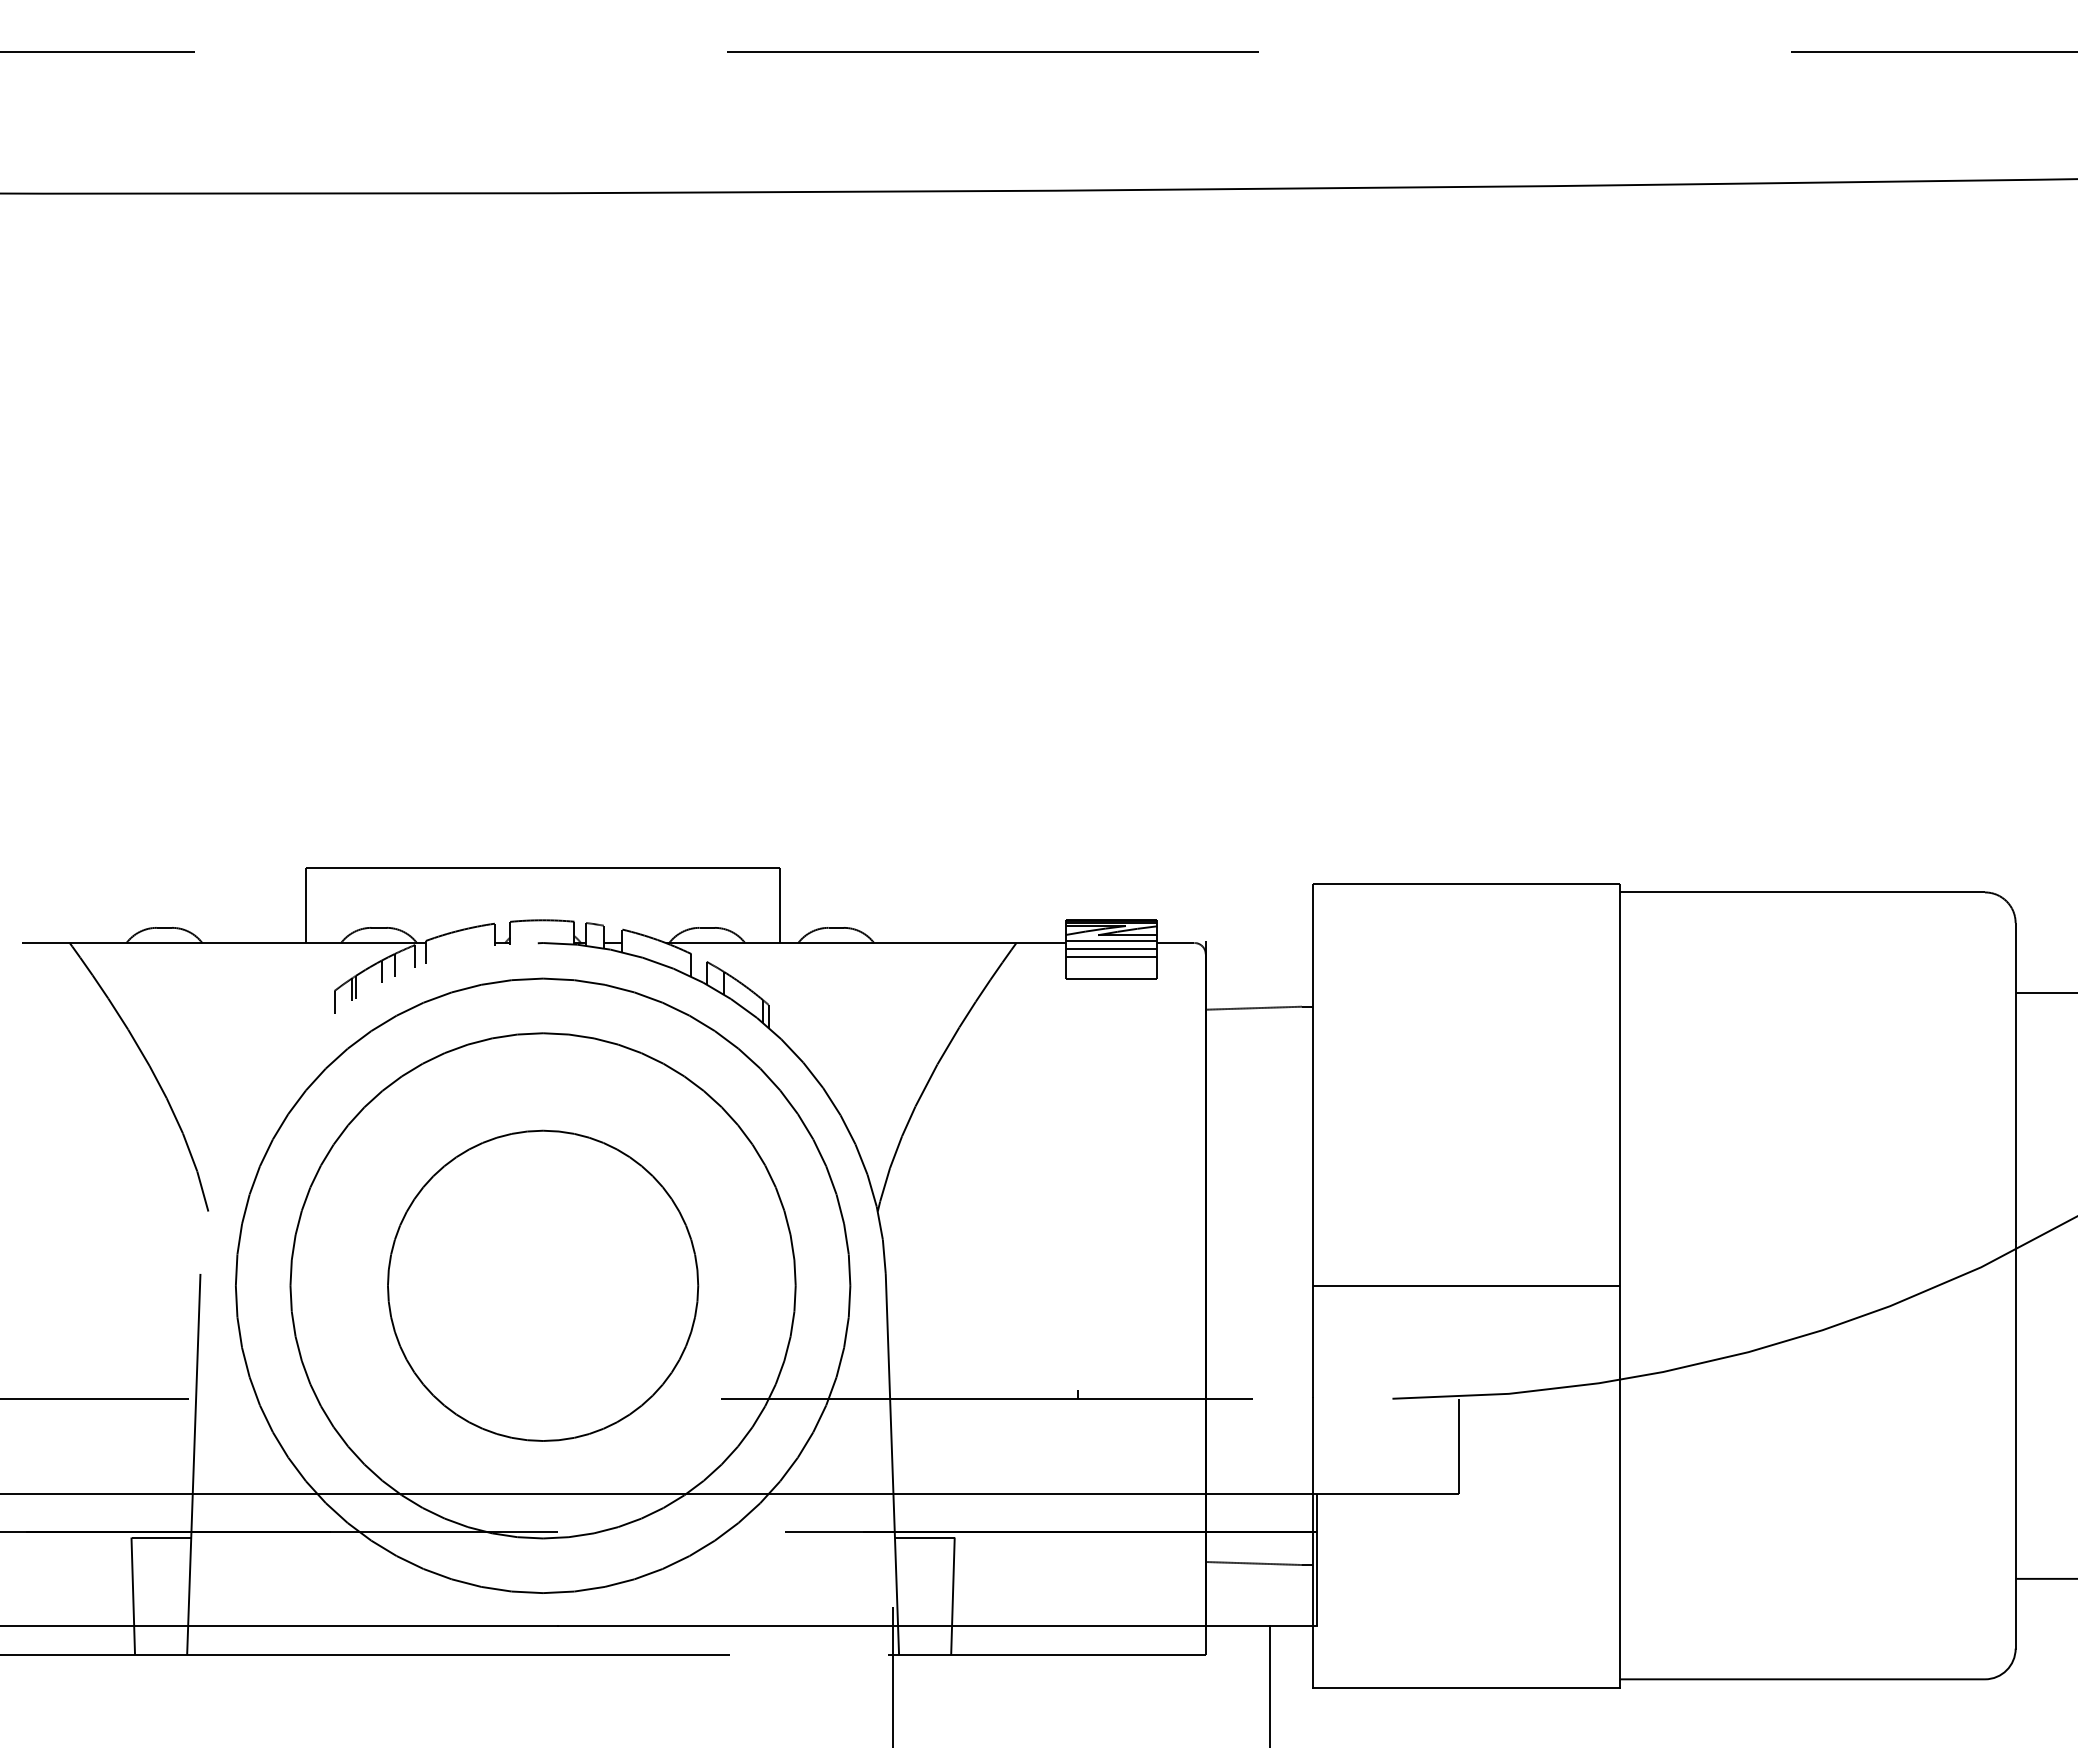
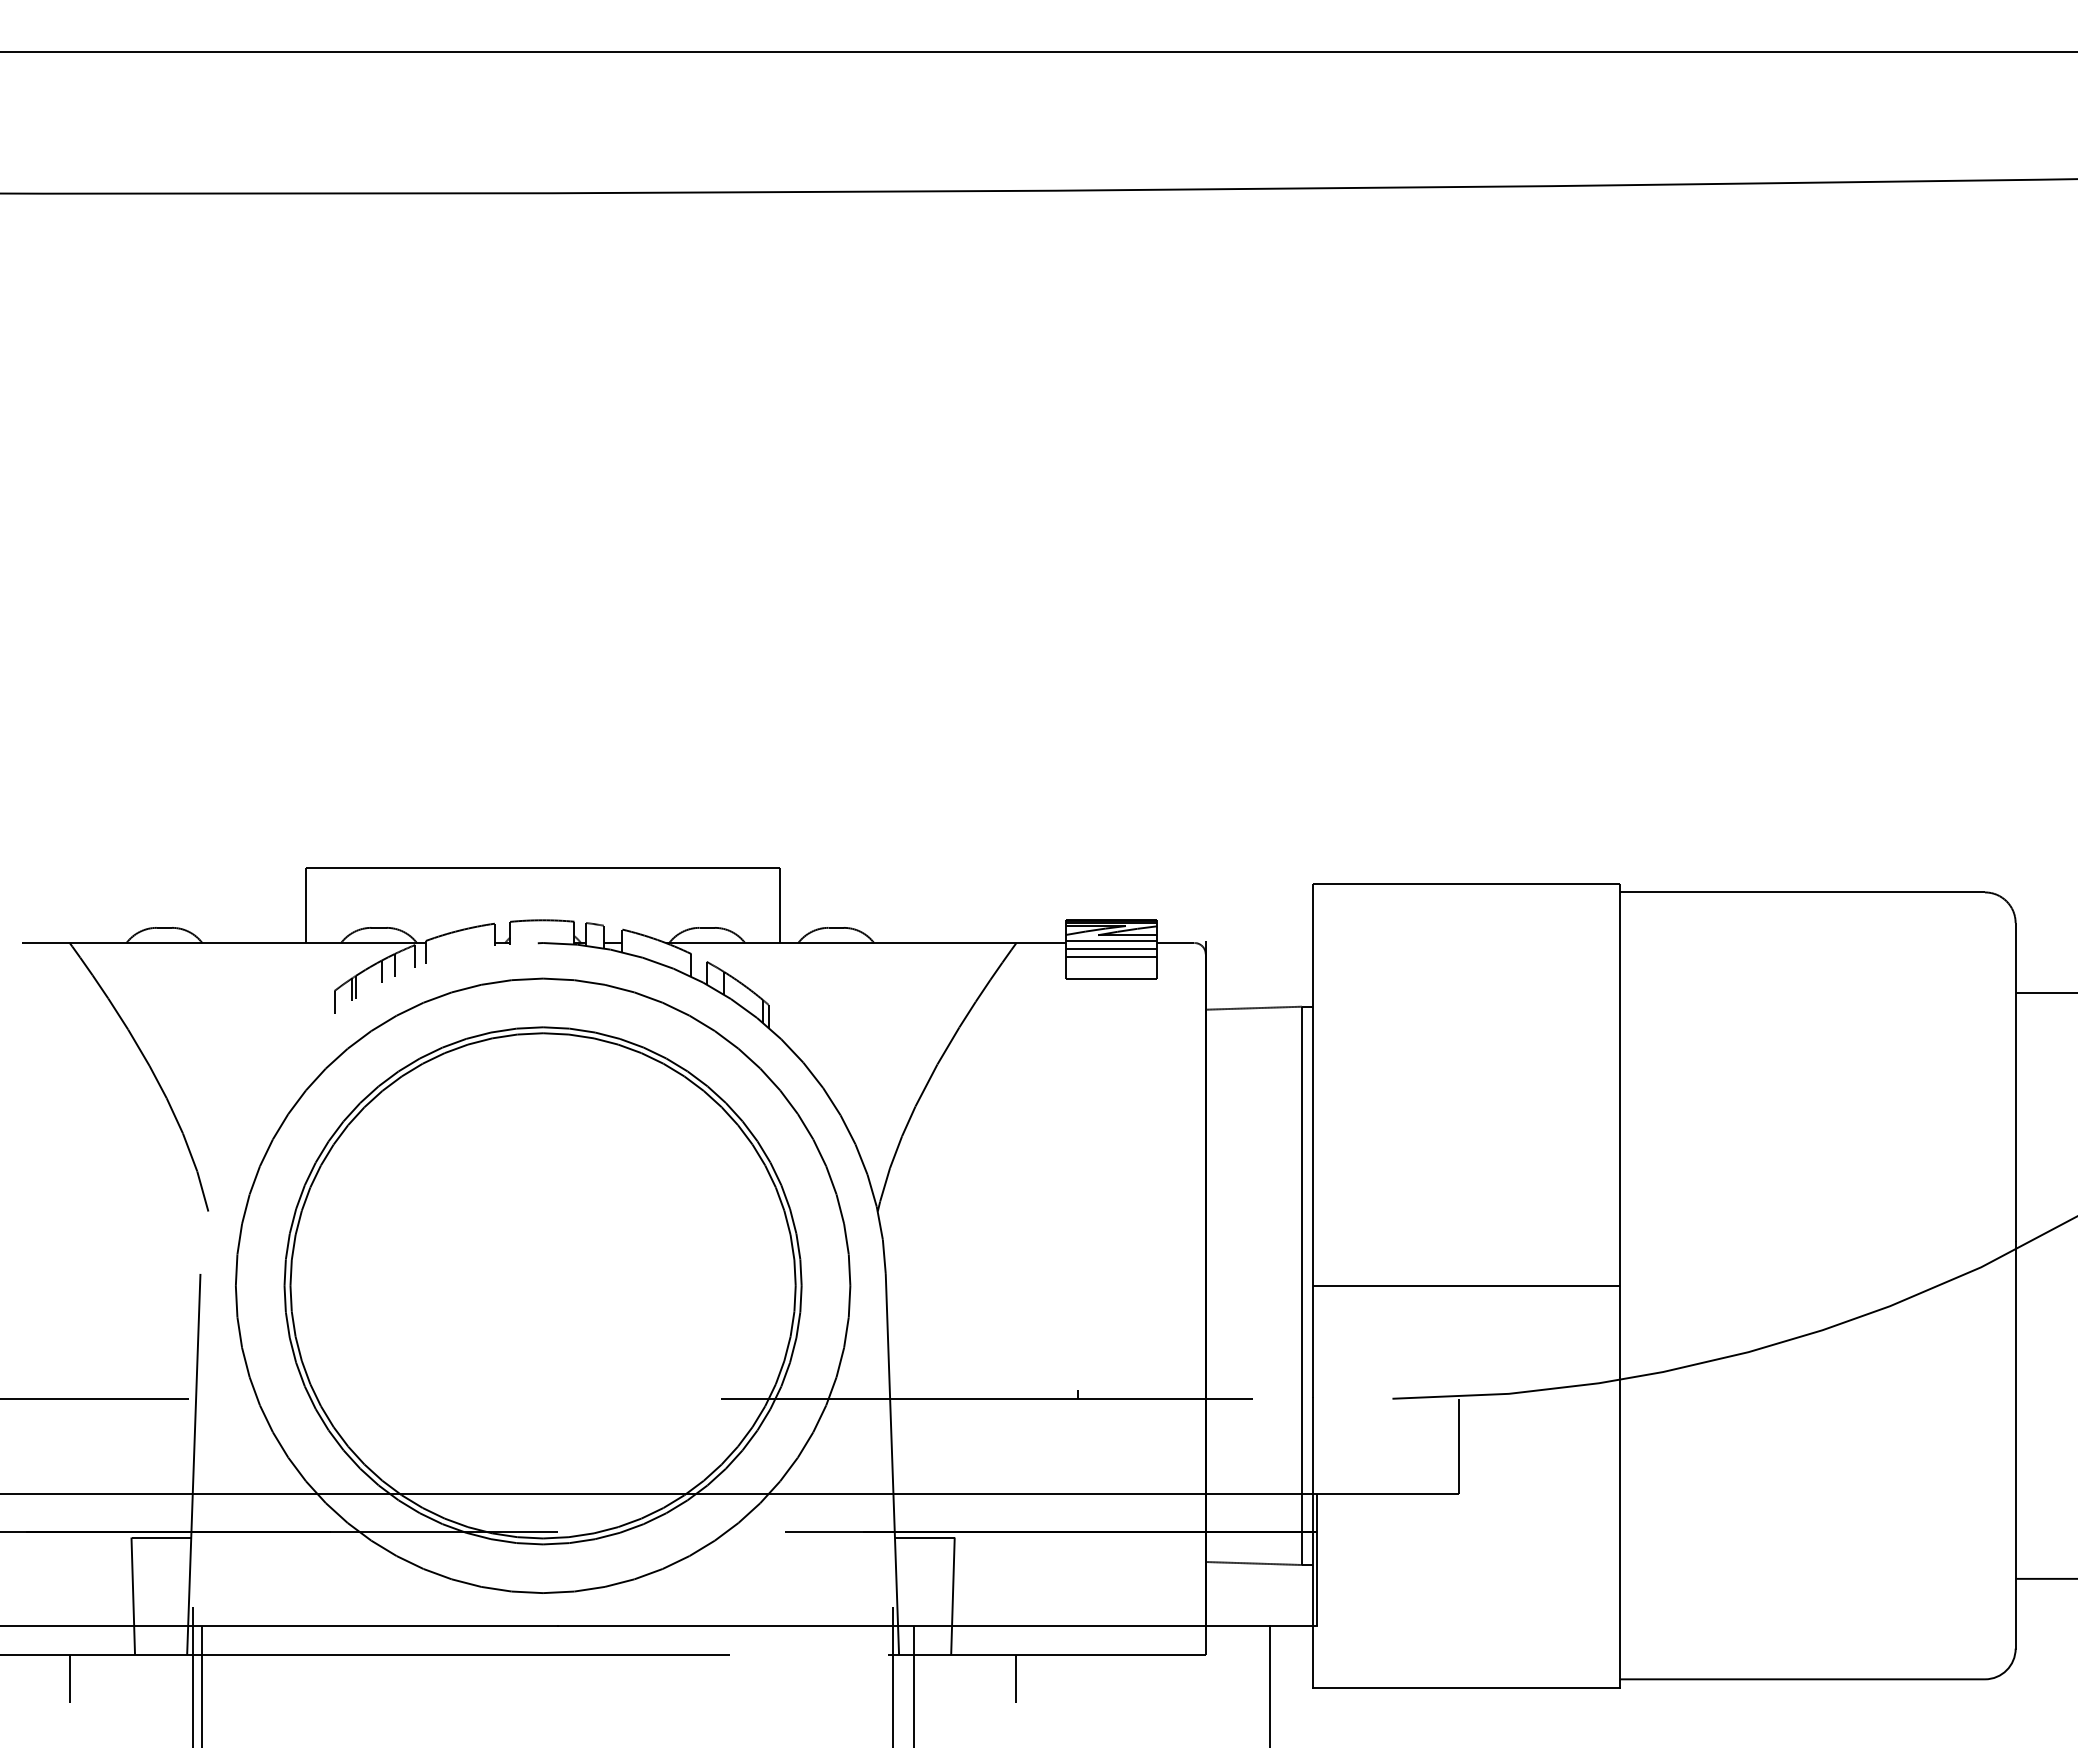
line at (1039, 52): dashed -> solid
circle at (542, 1285) diameter: 310 px -> 517 px
line at (1301, 1285): none -> present
line at (193, 1675): none -> present
line at (69, 1678): none -> present
line at (1016, 1678): none -> present
line at (202, 1685): none -> present
line at (913, 1685): none -> present
